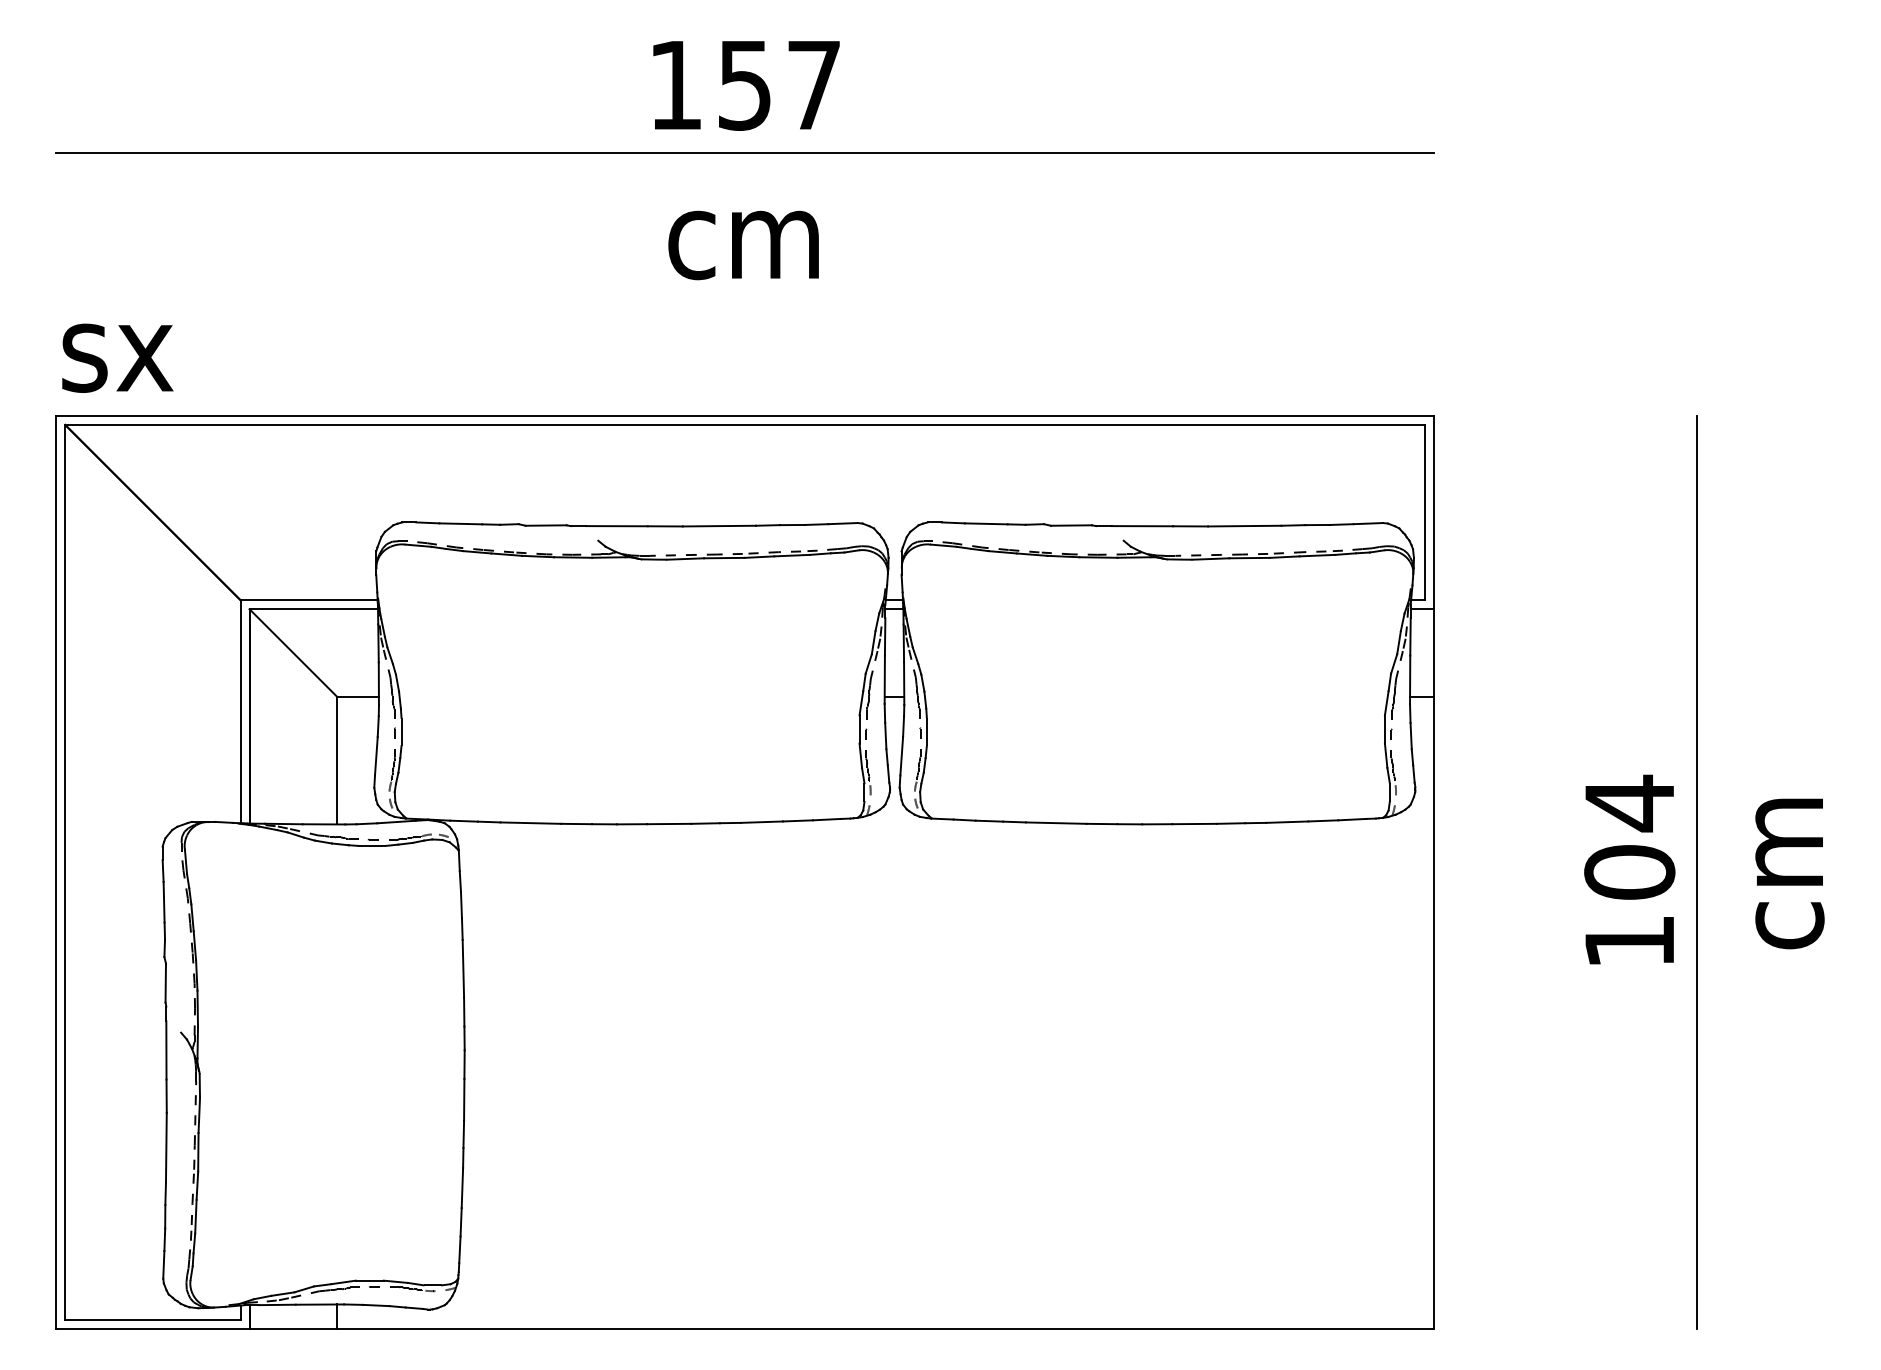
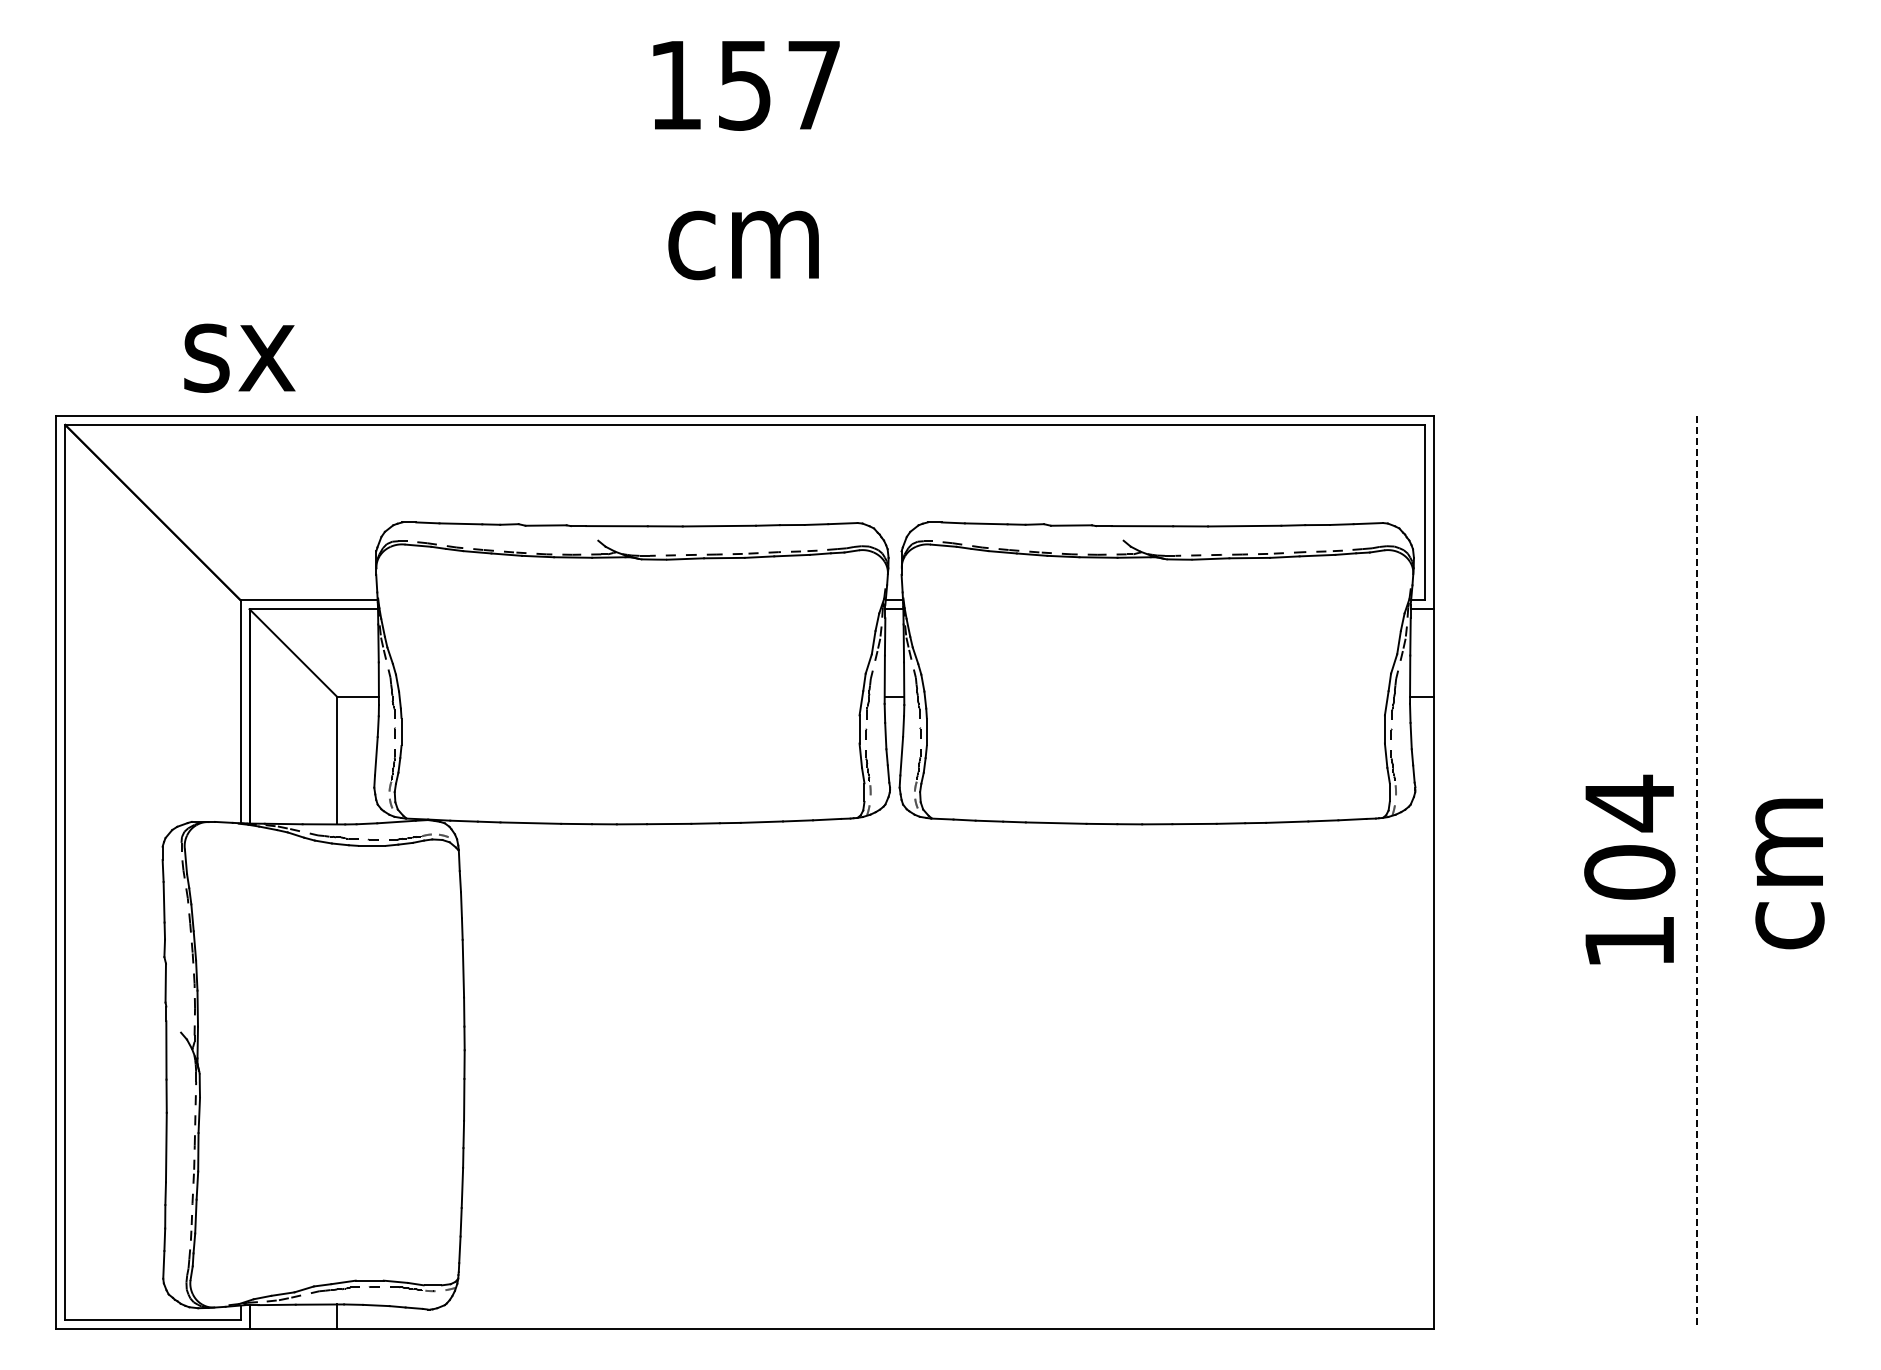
line at (745, 152): present -> none
text at (117, 357) position: (117, 357) -> (239, 357)
line at (1697, 872): solid -> dashed
